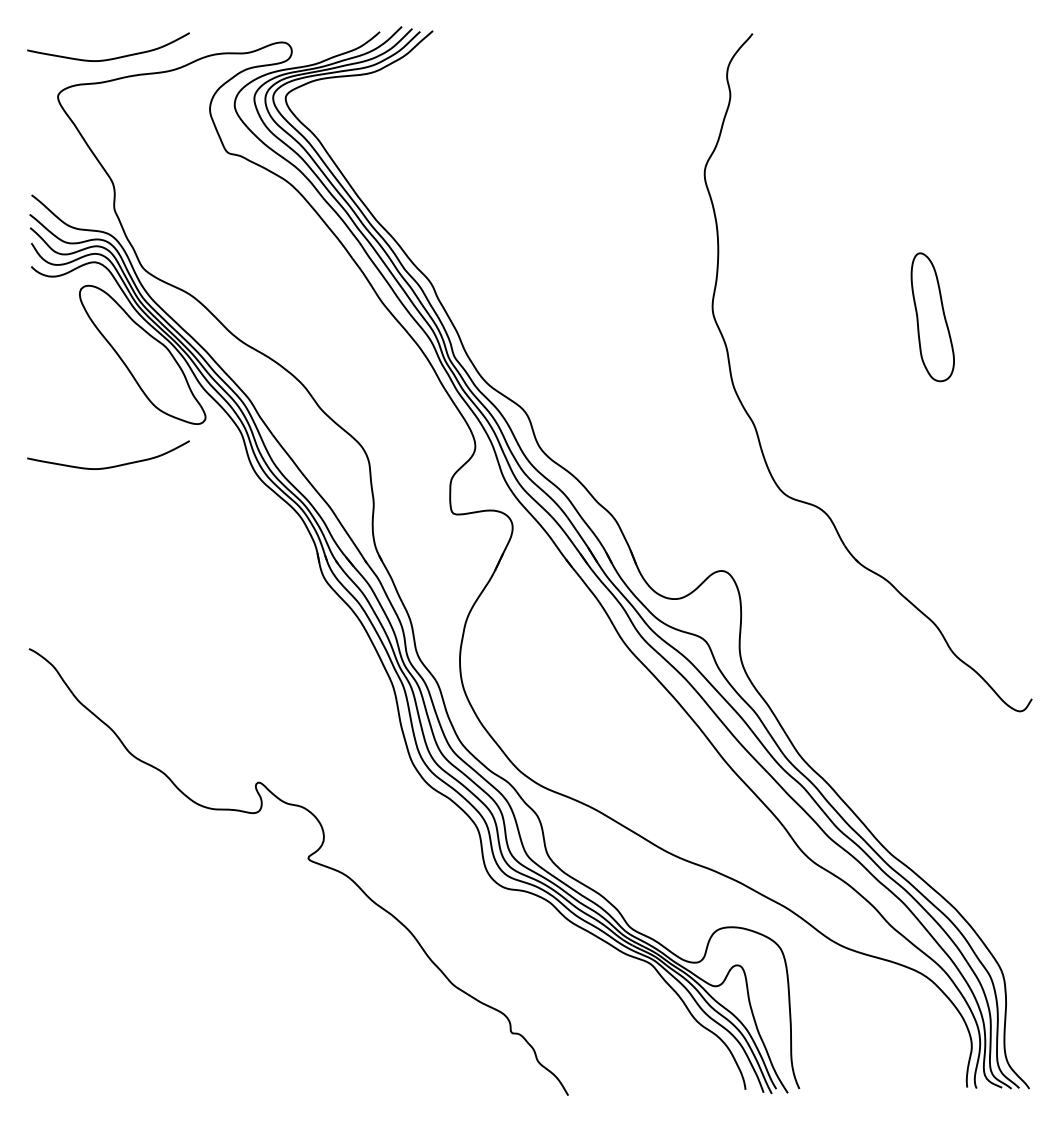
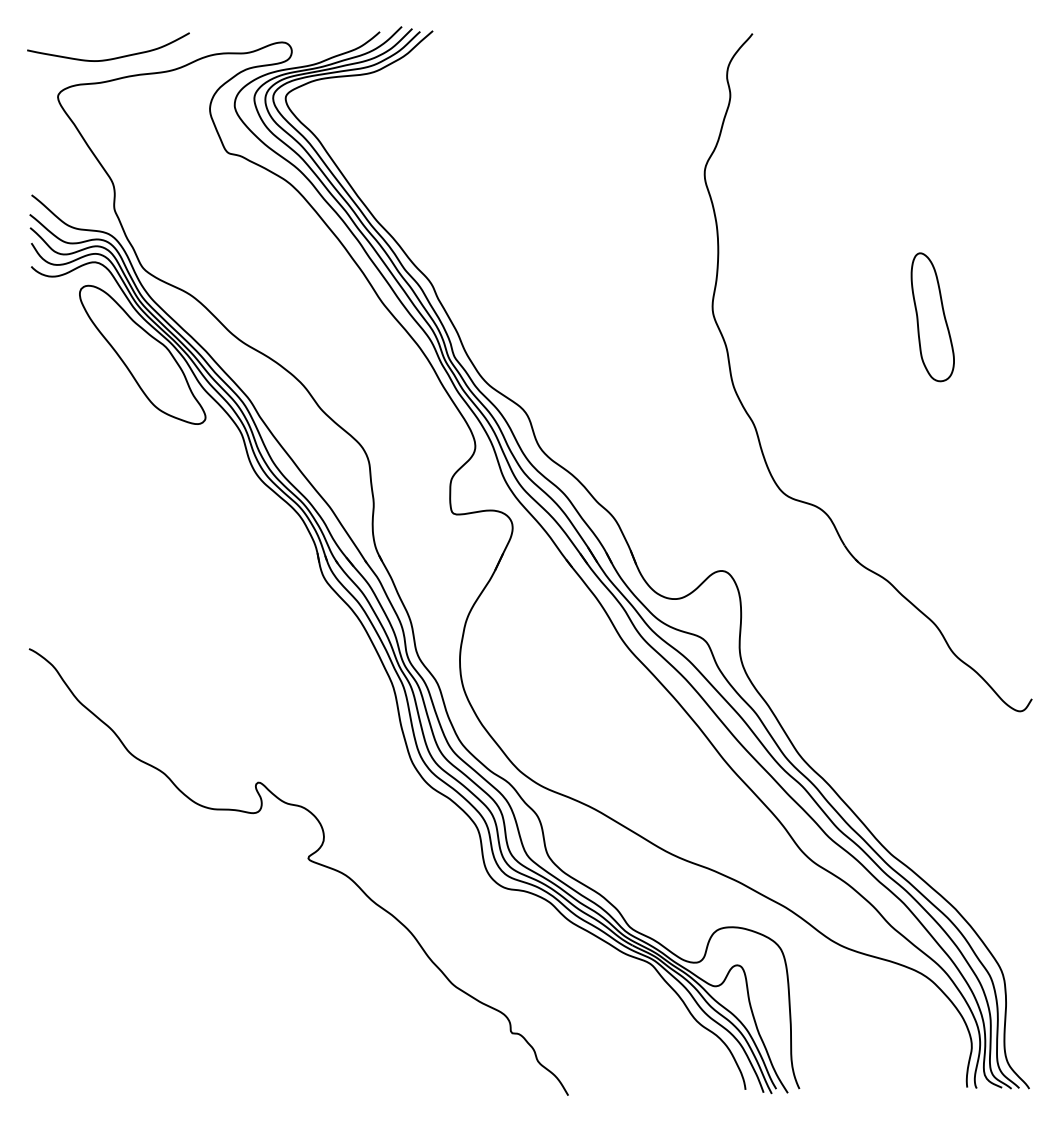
curve at (108, 466): present -> none
